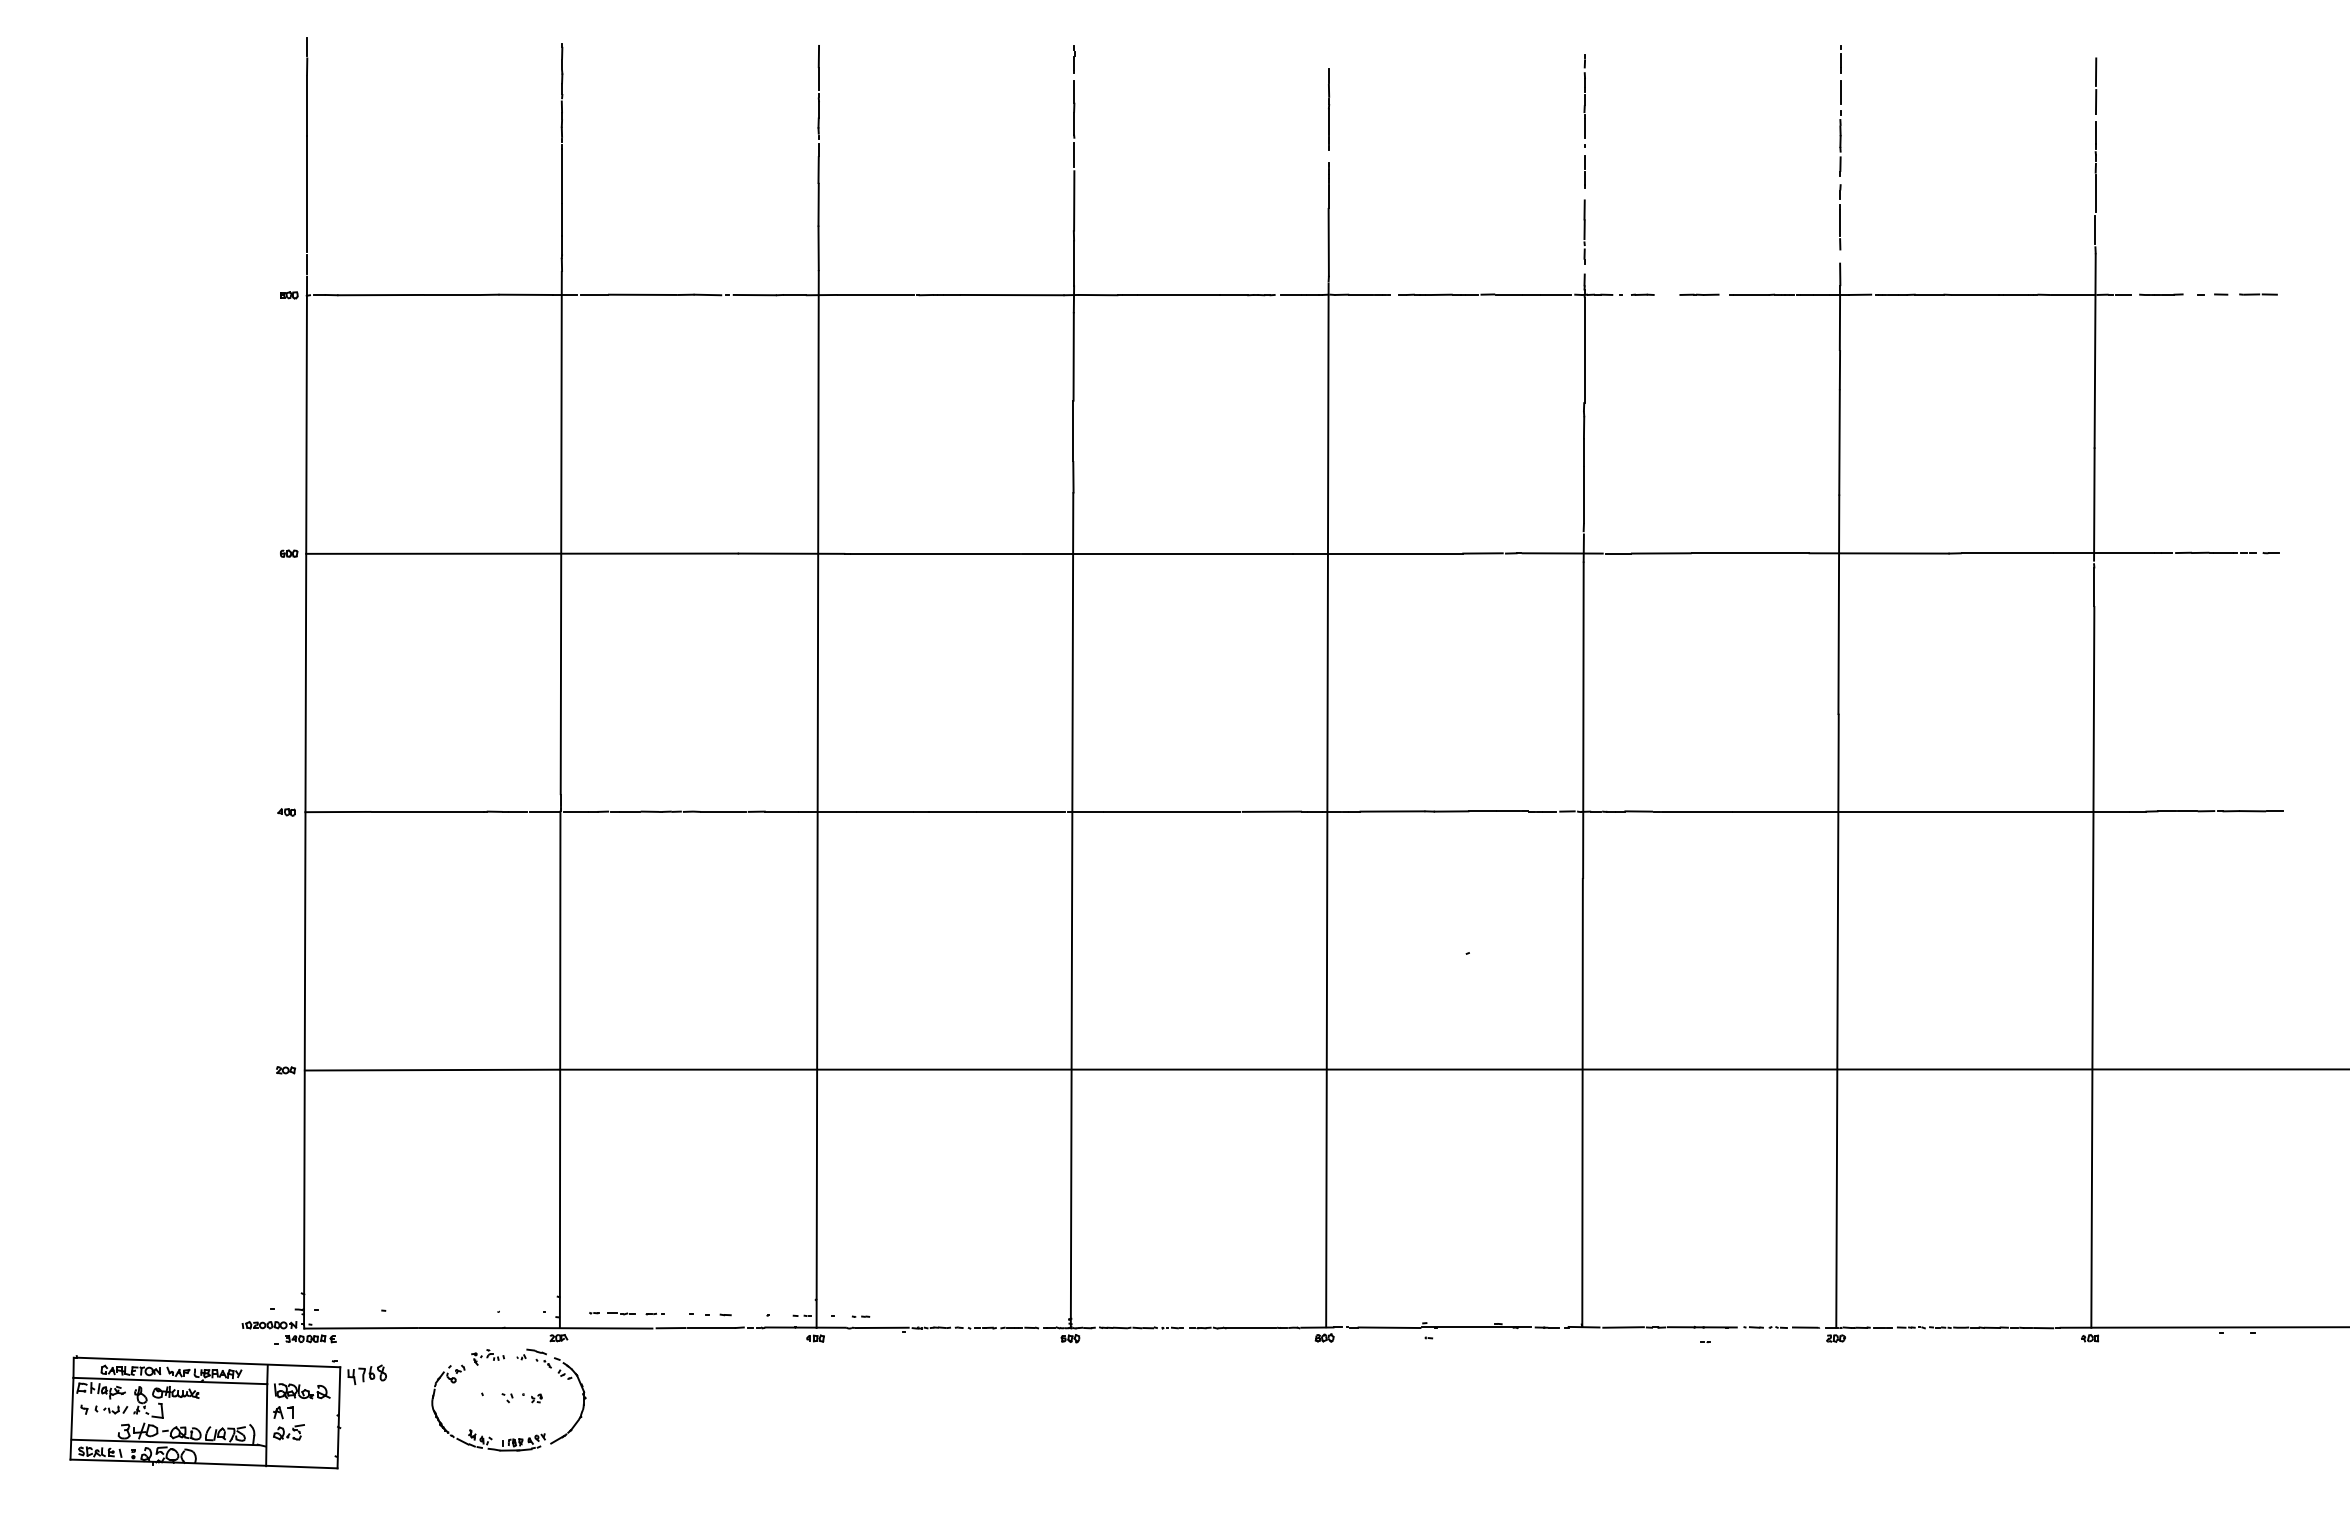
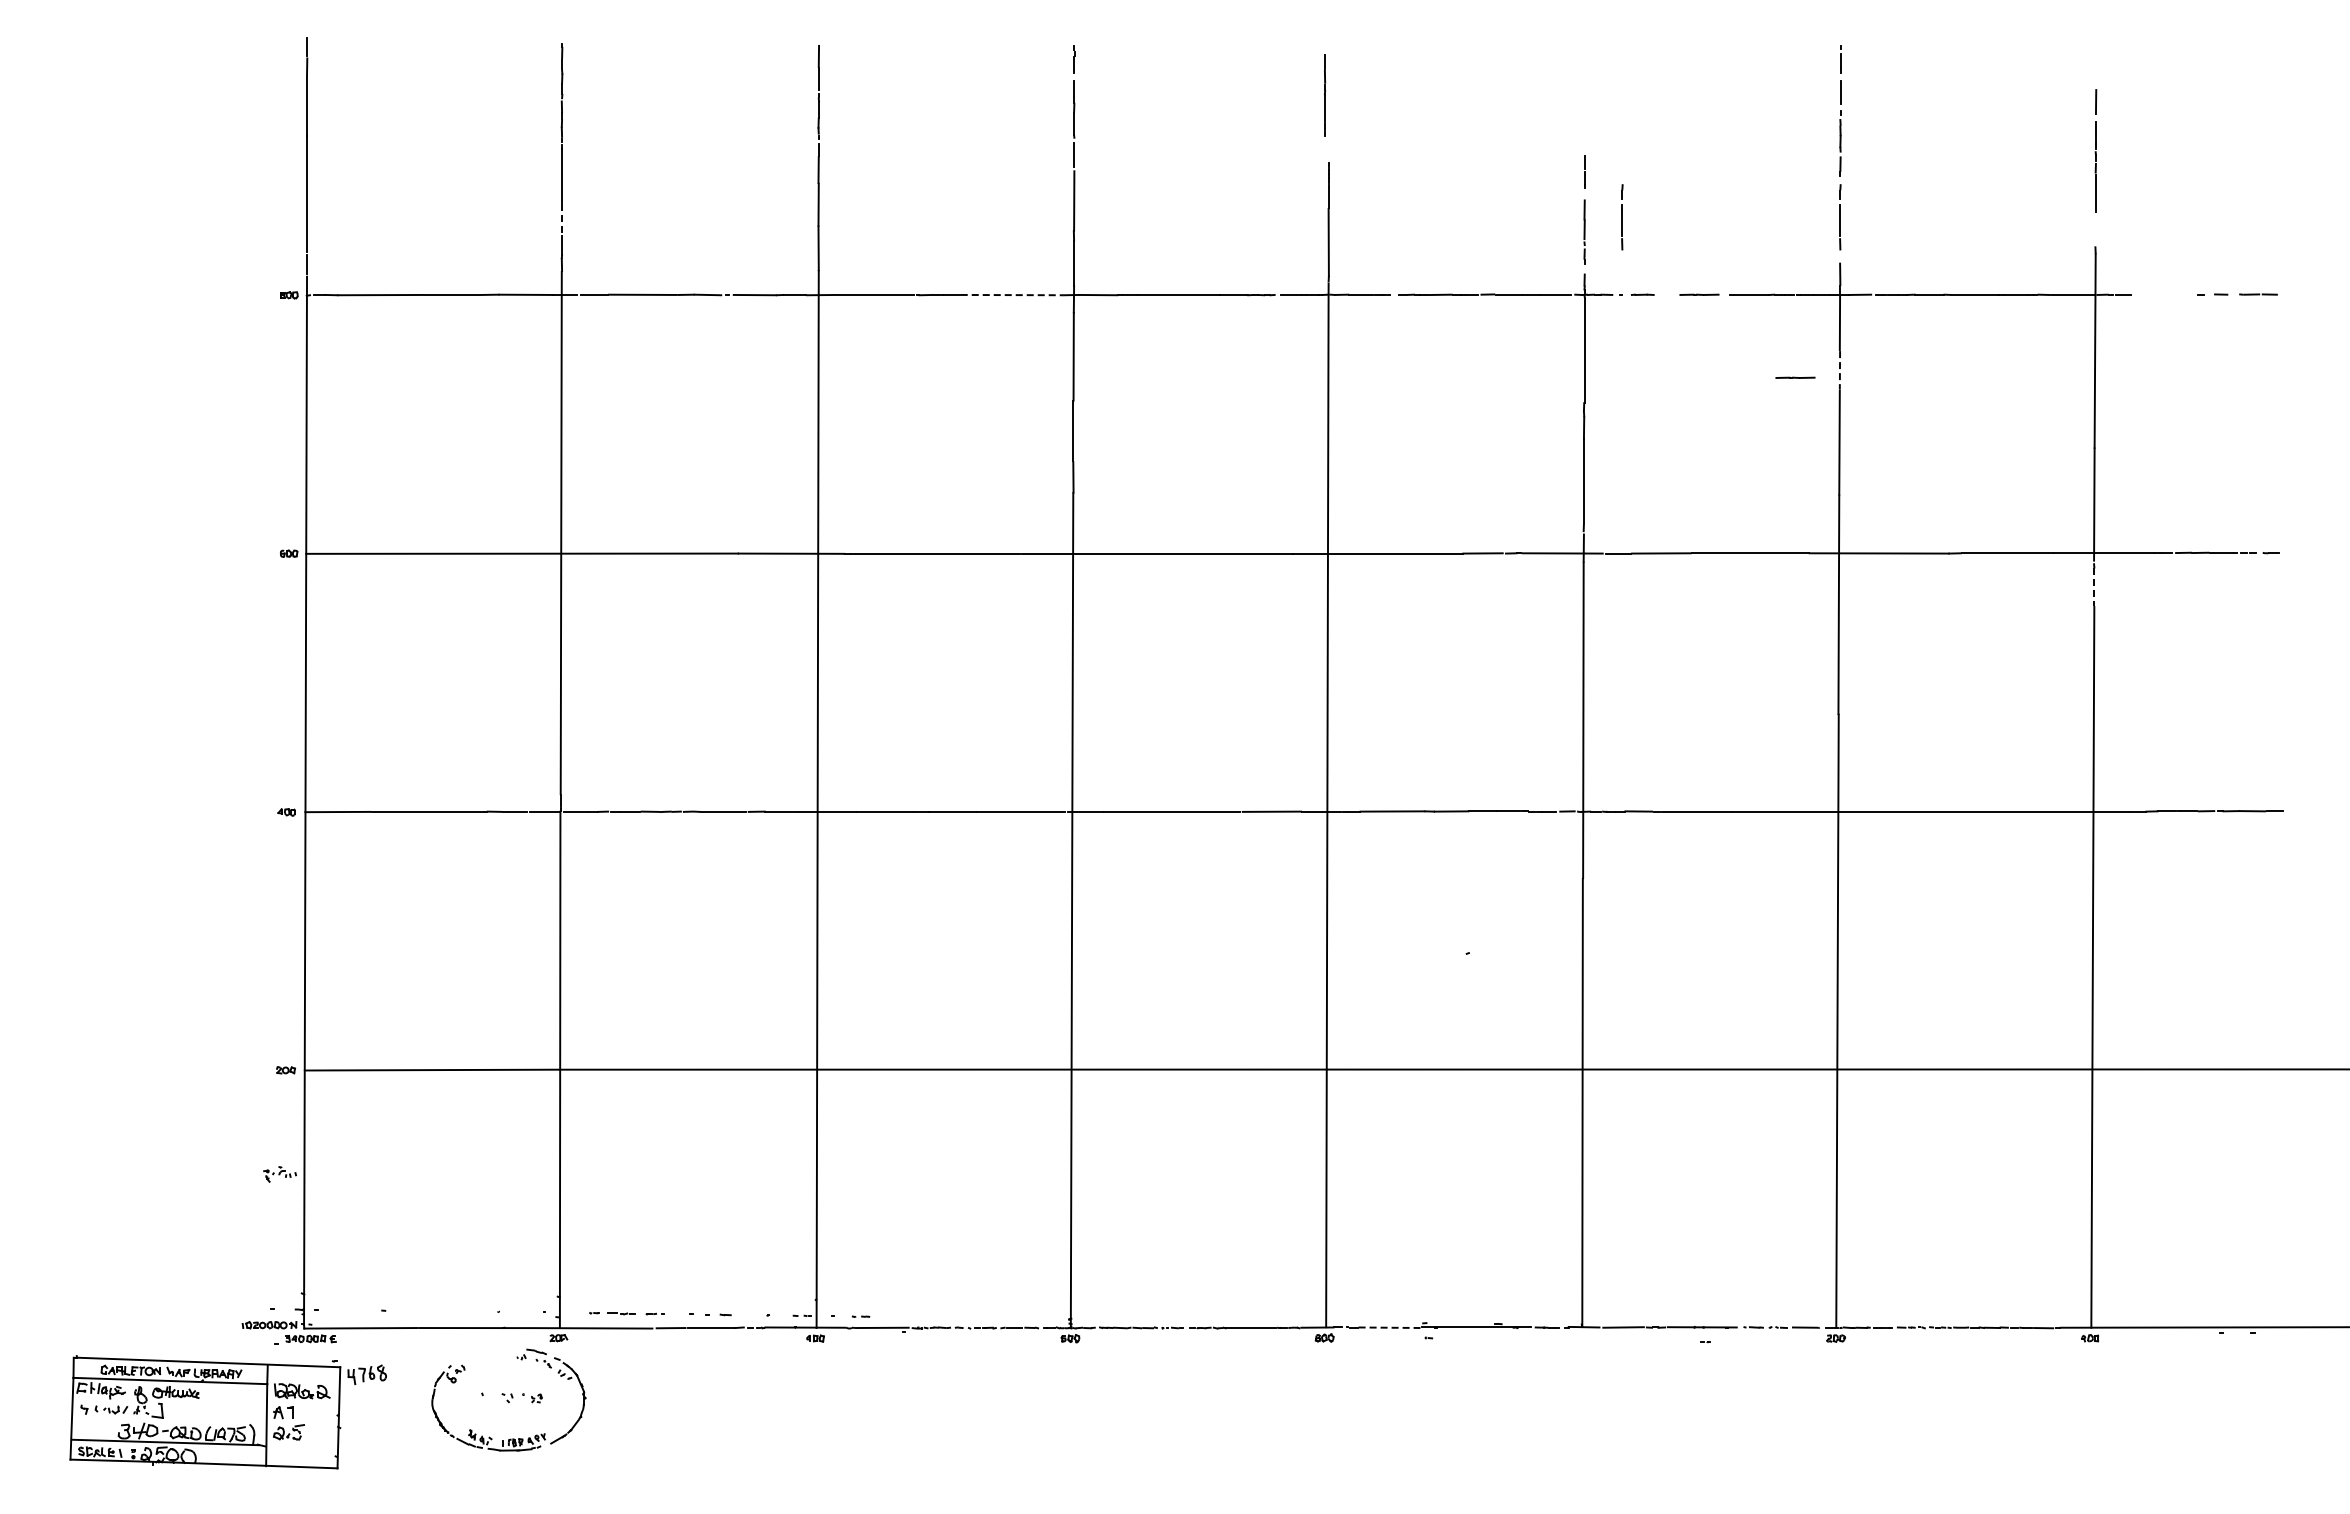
line at (2095, 71): present -> none
line at (1584, 100): present -> none
line at (1329, 109) position: (1329, 109) -> (1325, 95)
line at (1622, 217): none -> present
line at (561, 220): solid -> dashed
line at (2095, 230): present -> none
line at (2161, 294): present -> none
line at (1012, 295): solid -> dashed
line at (1839, 370): solid -> dashed
line at (1795, 377): none -> present
line at (2094, 587): solid -> dashed
line at (1389, 1327): solid -> dashed
part at (487, 1357) position: (487, 1357) -> (279, 1174)
